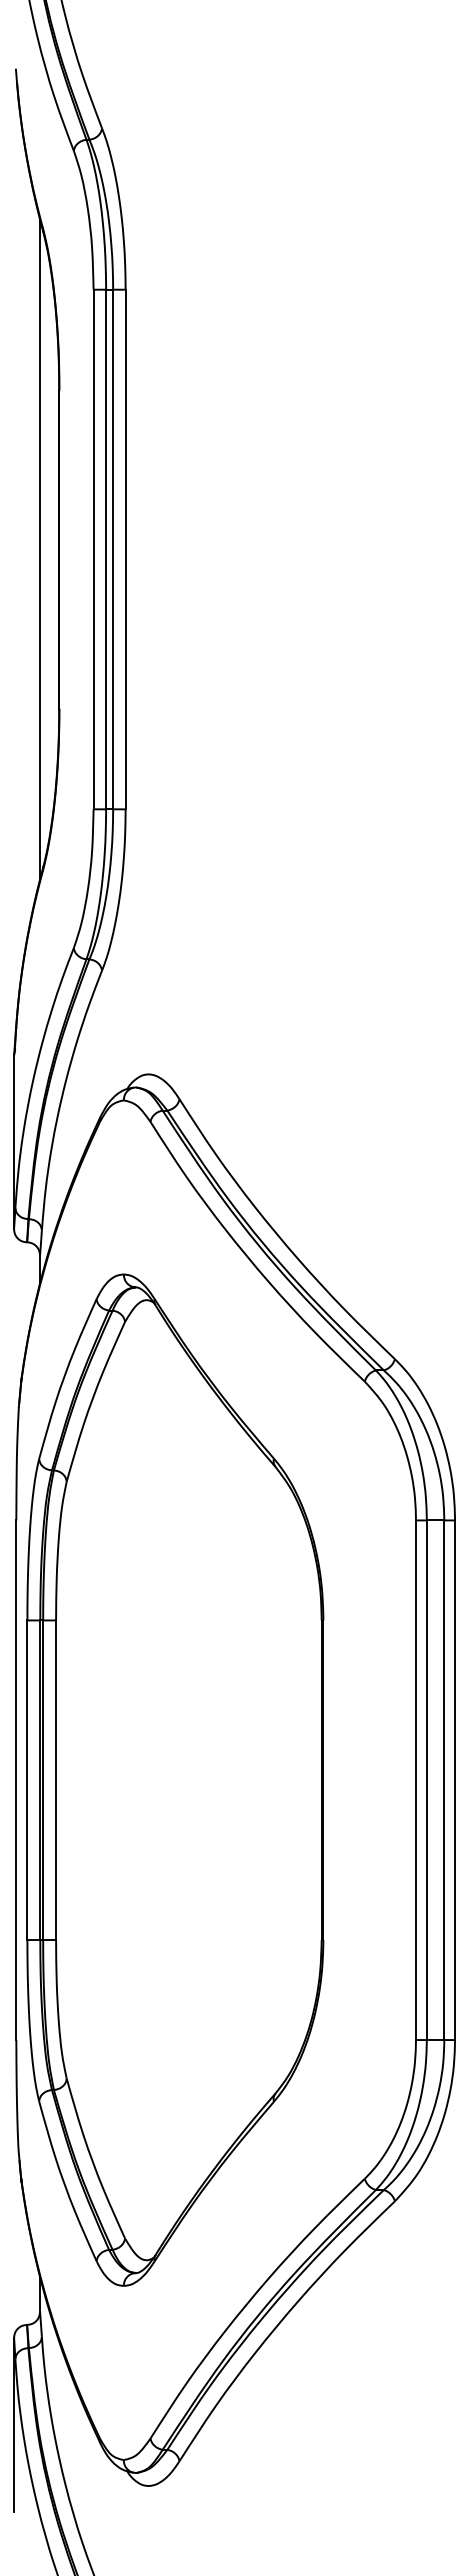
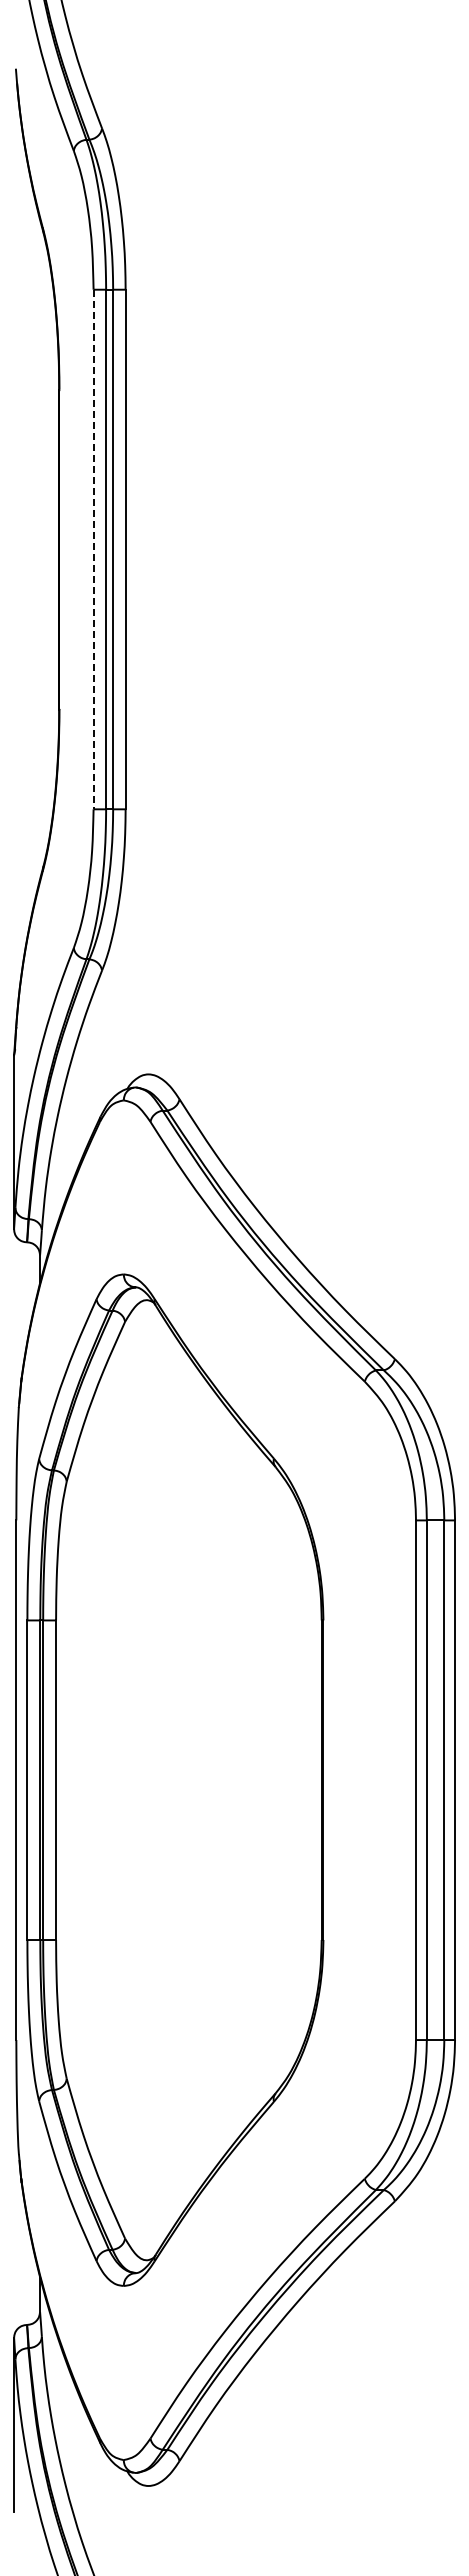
line at (40, 549): present -> none
line at (93, 549): solid -> dashed
